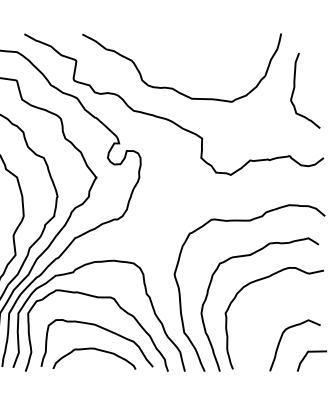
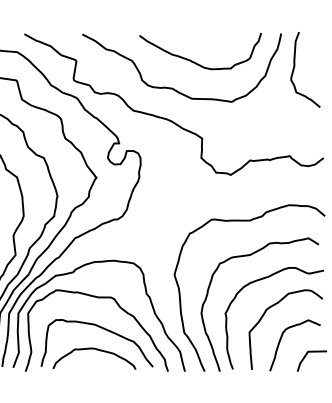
curve at (194, 61): none -> present
curve at (295, 87) position: (295, 87) -> (295, 66)
curve at (264, 315): none -> present
